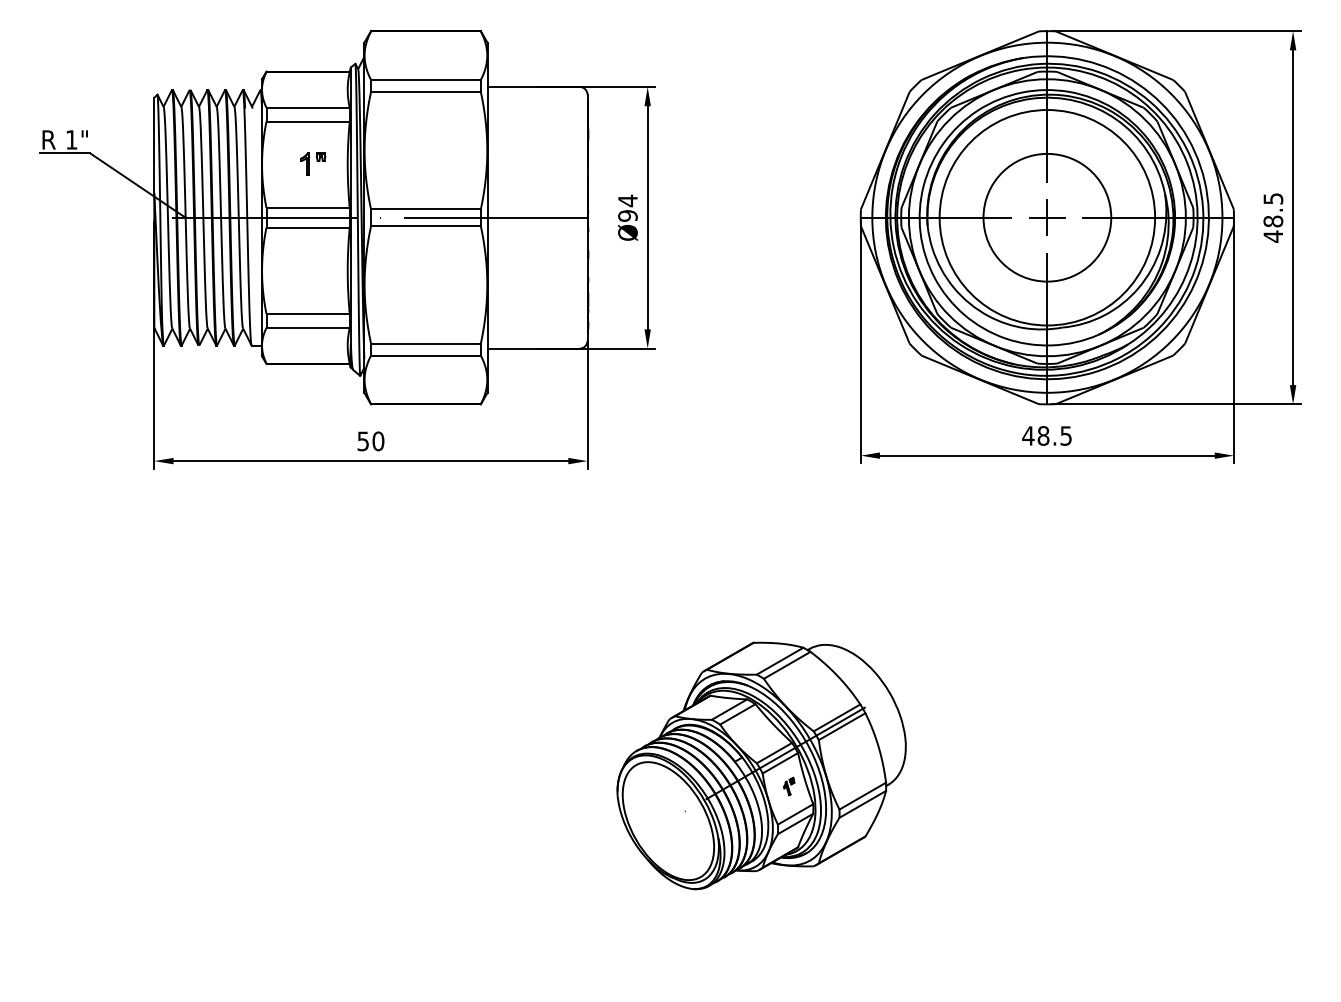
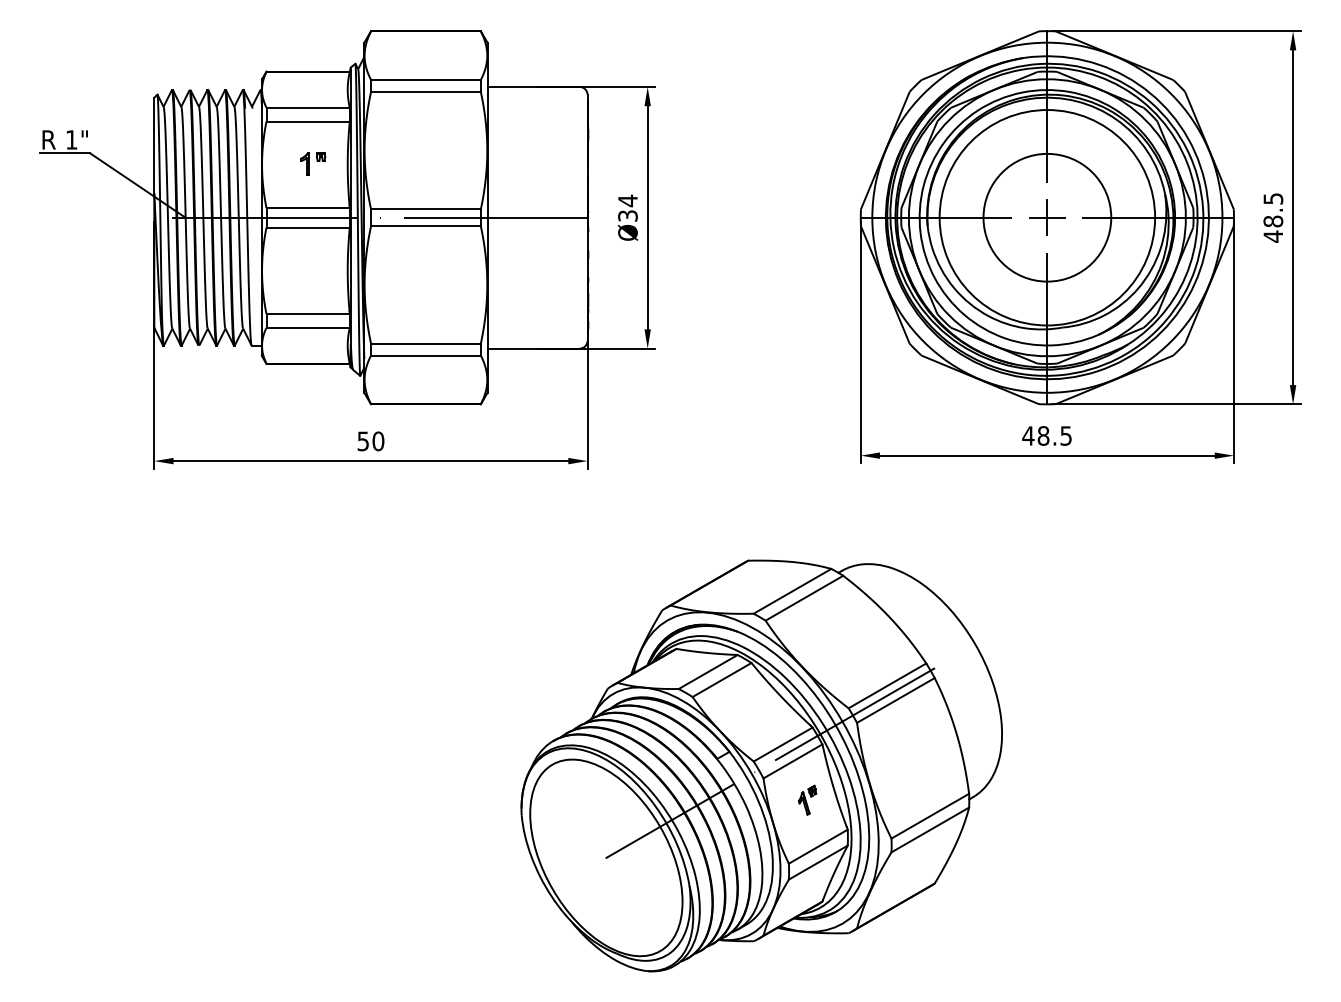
text at (627, 215): Ø94 -> Ø34
part at (761, 765) size: 291x250 px -> 483x414 px
